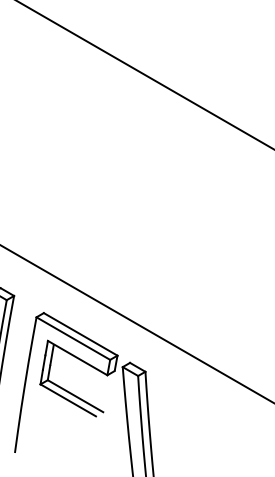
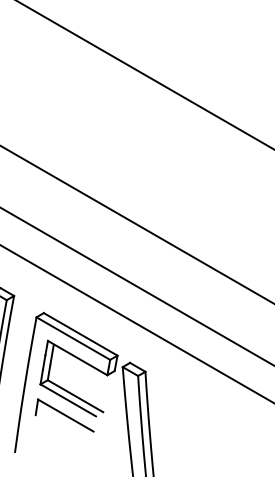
line at (136, 224): none -> present
line at (136, 286): none -> present
part at (64, 415): none -> present
